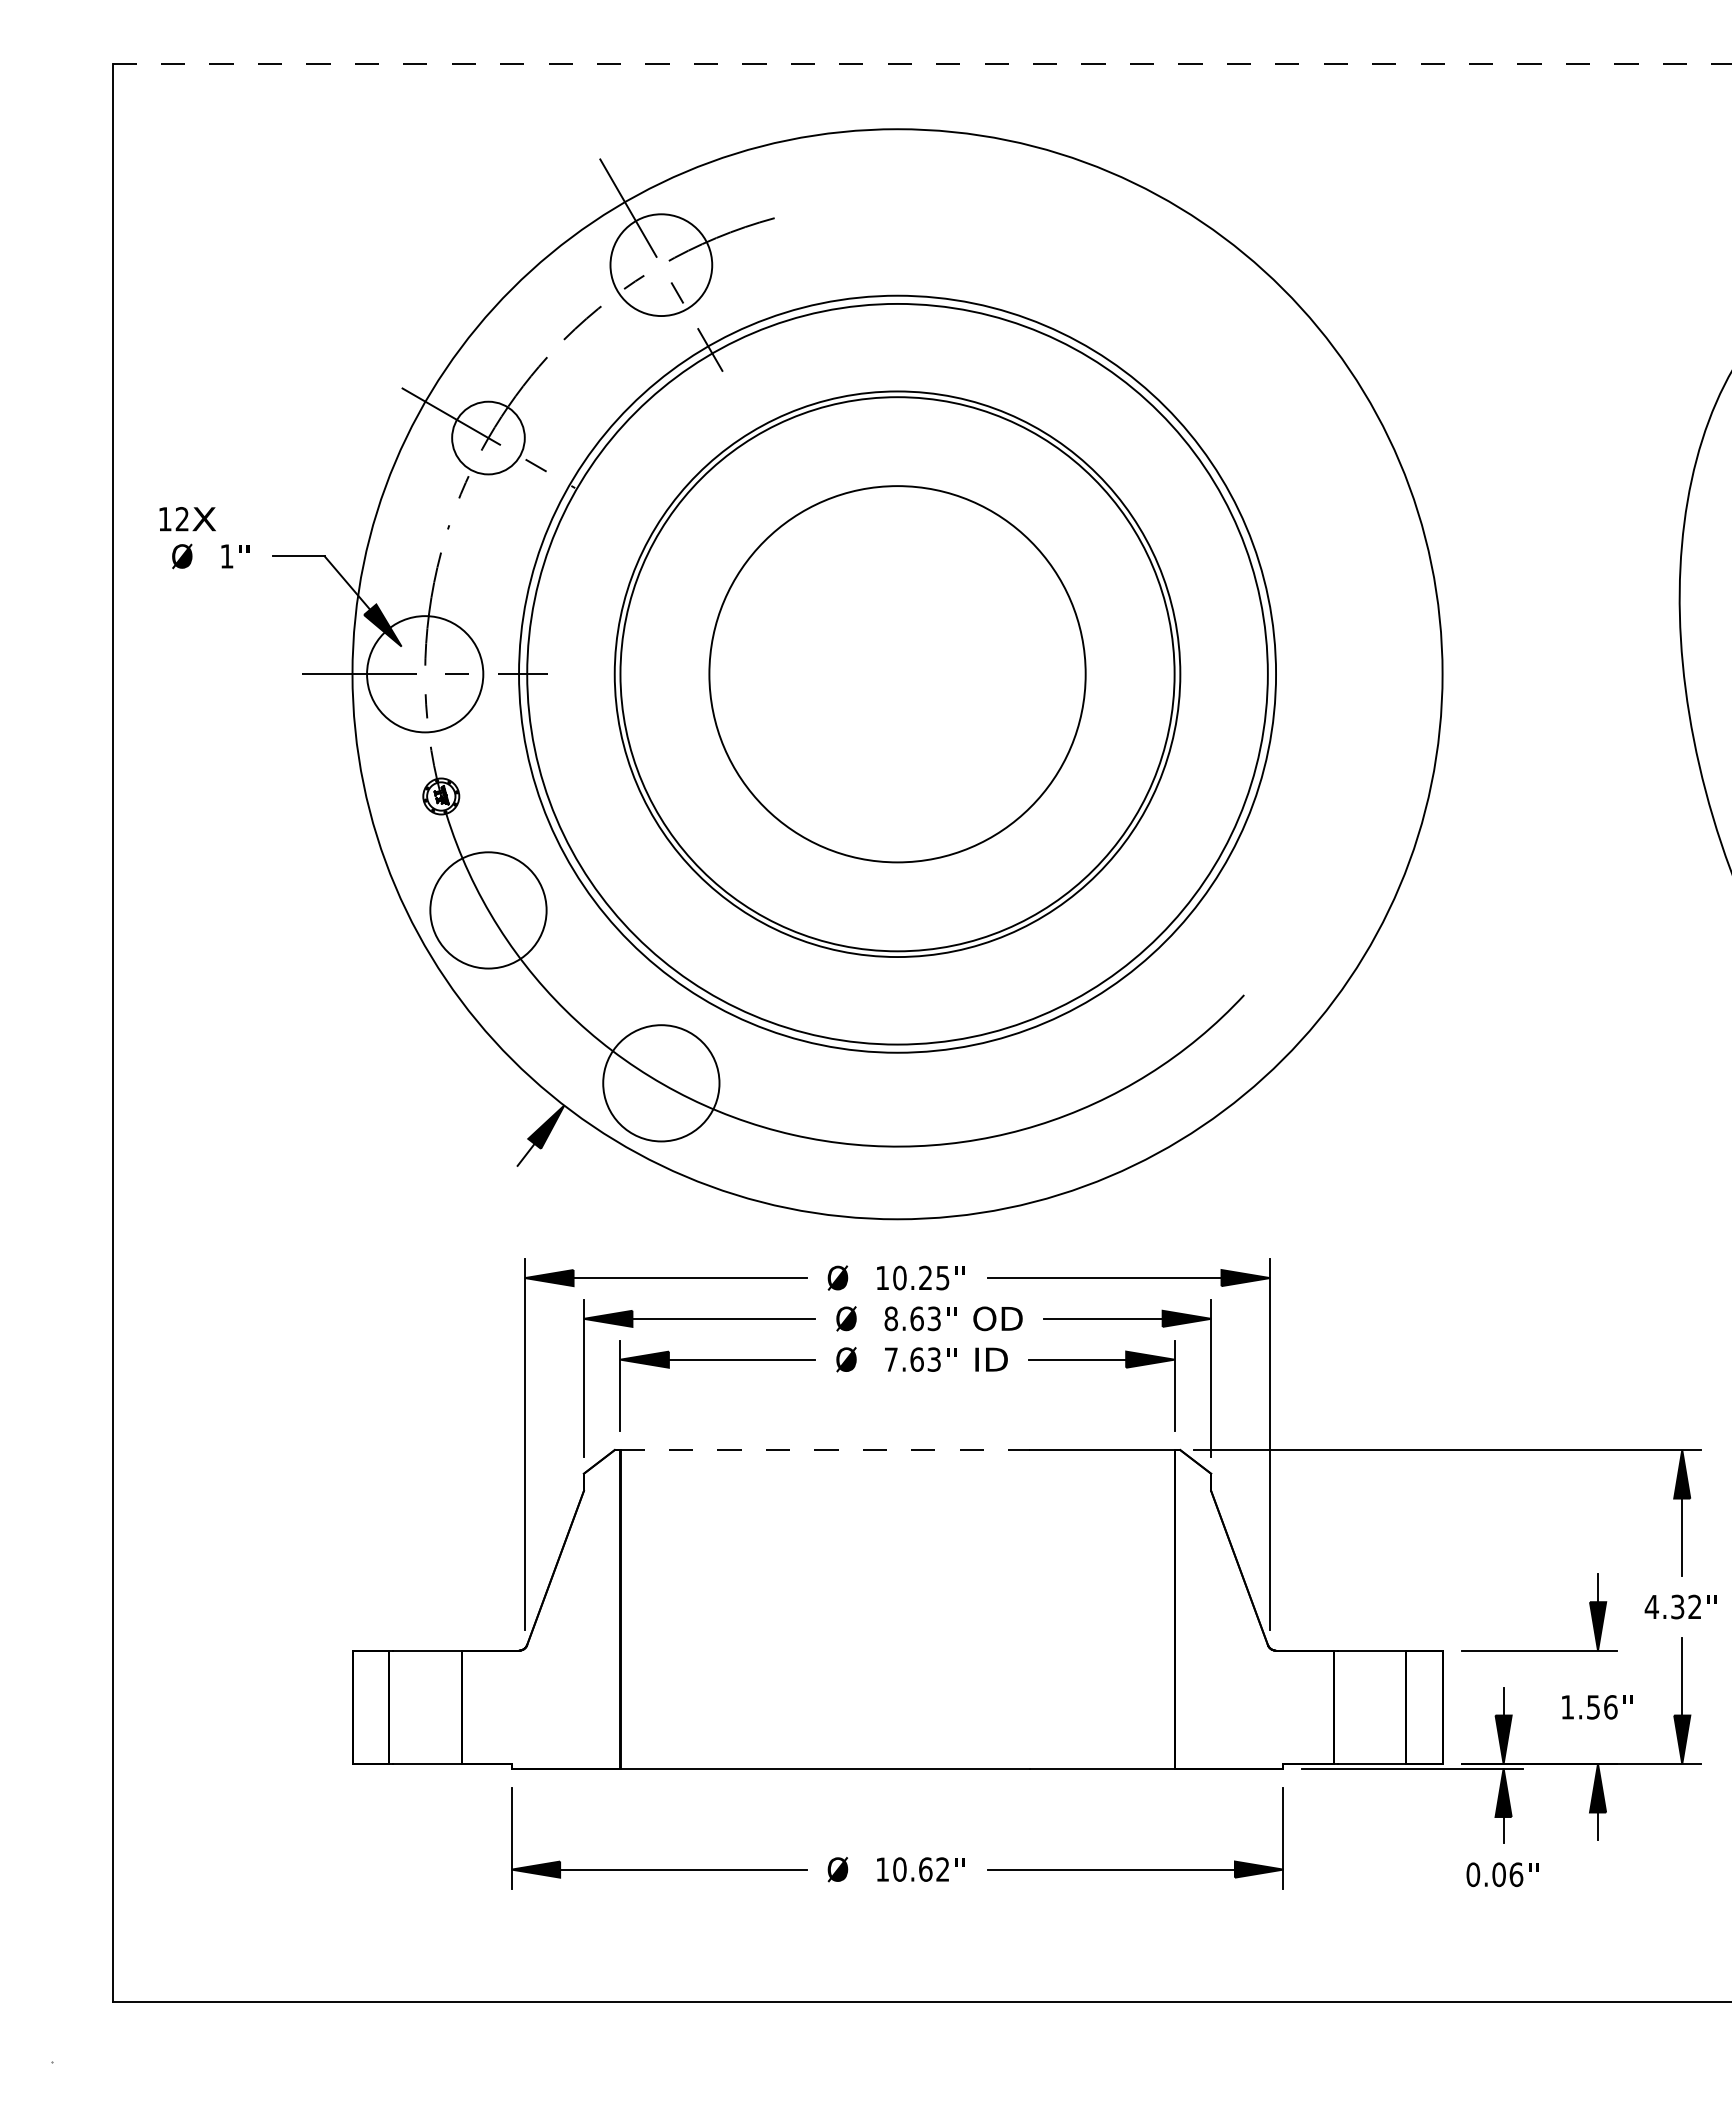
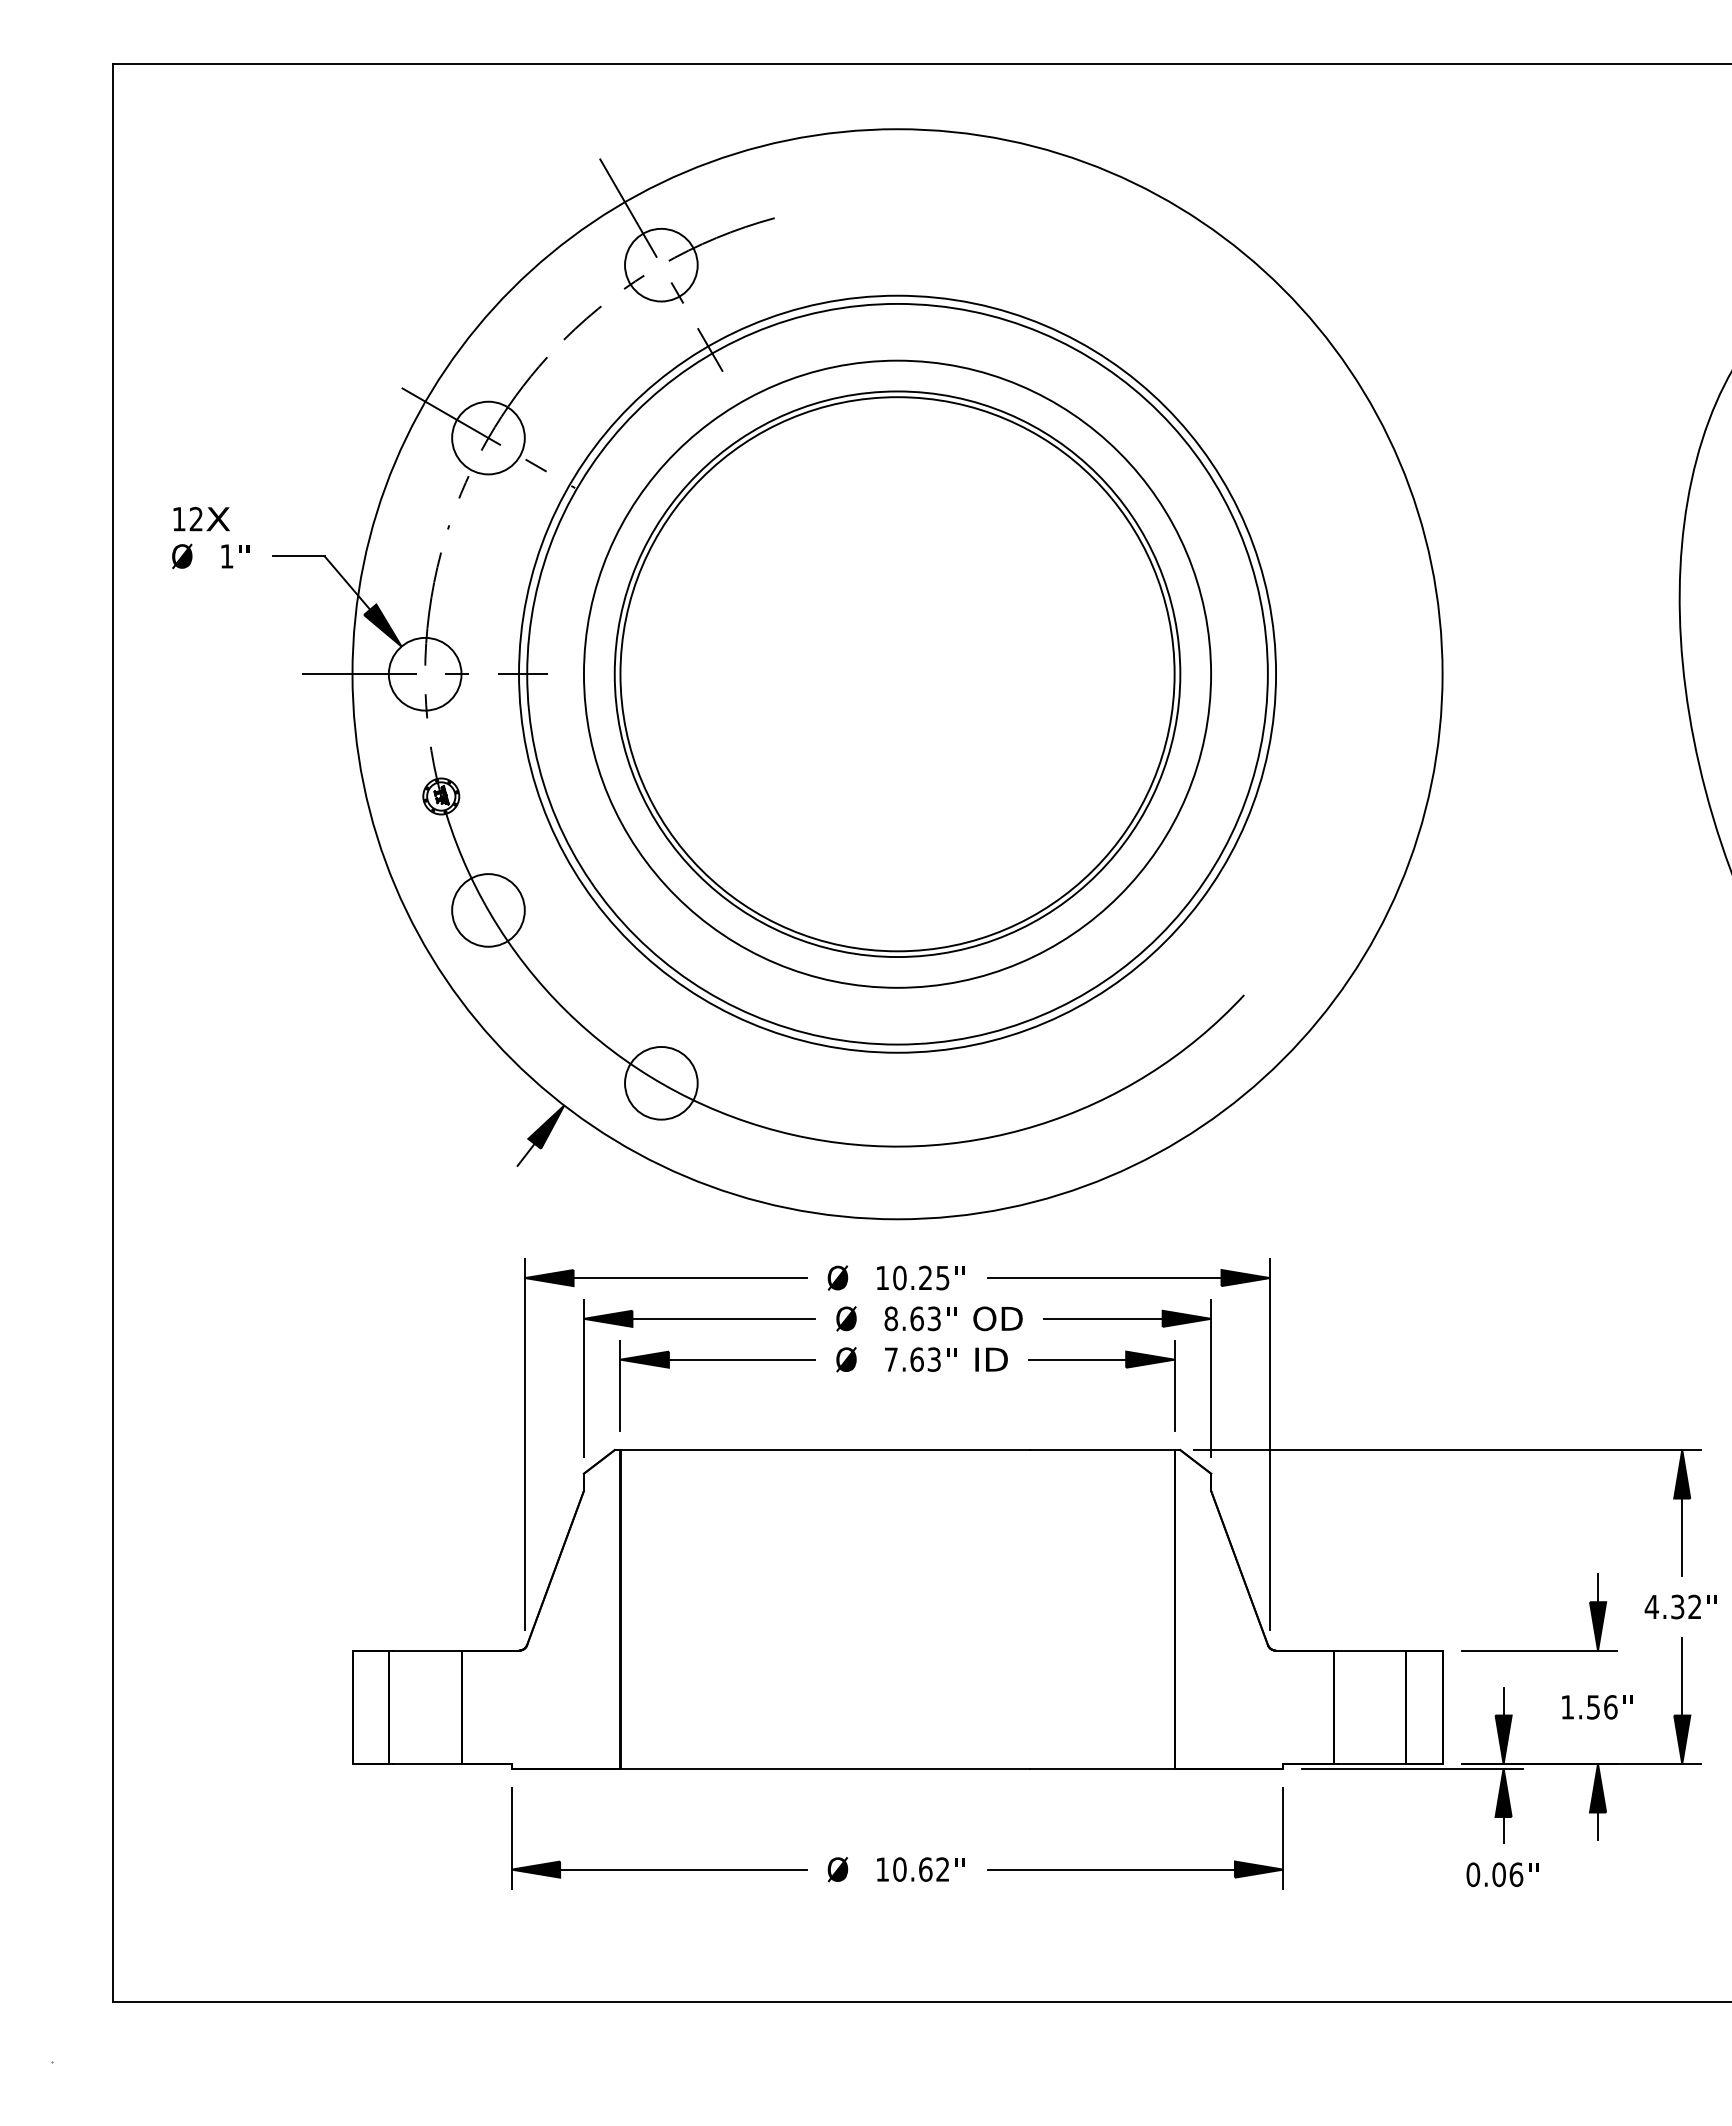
line at (922, 63): dashed -> solid
circle at (661, 265) diameter: 102 px -> 73 px
text at (187, 519) position: (187, 519) -> (201, 519)
circle at (425, 674) diameter: 116 px -> 73 px
circle at (897, 674) diameter: 376 px -> 627 px
circle at (488, 910) diameter: 116 px -> 73 px
circle at (661, 1083) diameter: 116 px -> 73 px
line at (825, 1450): dashed -> solid
